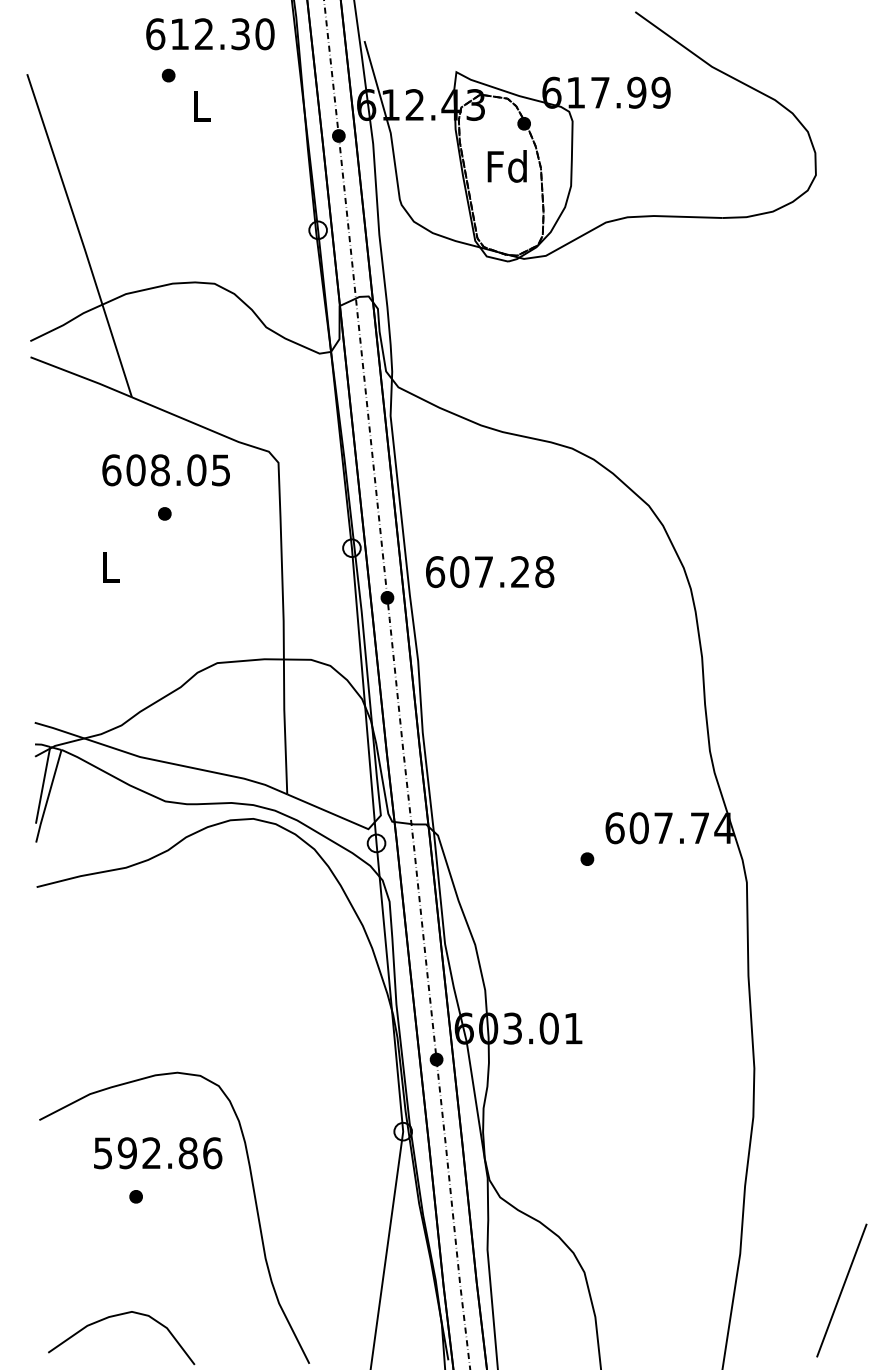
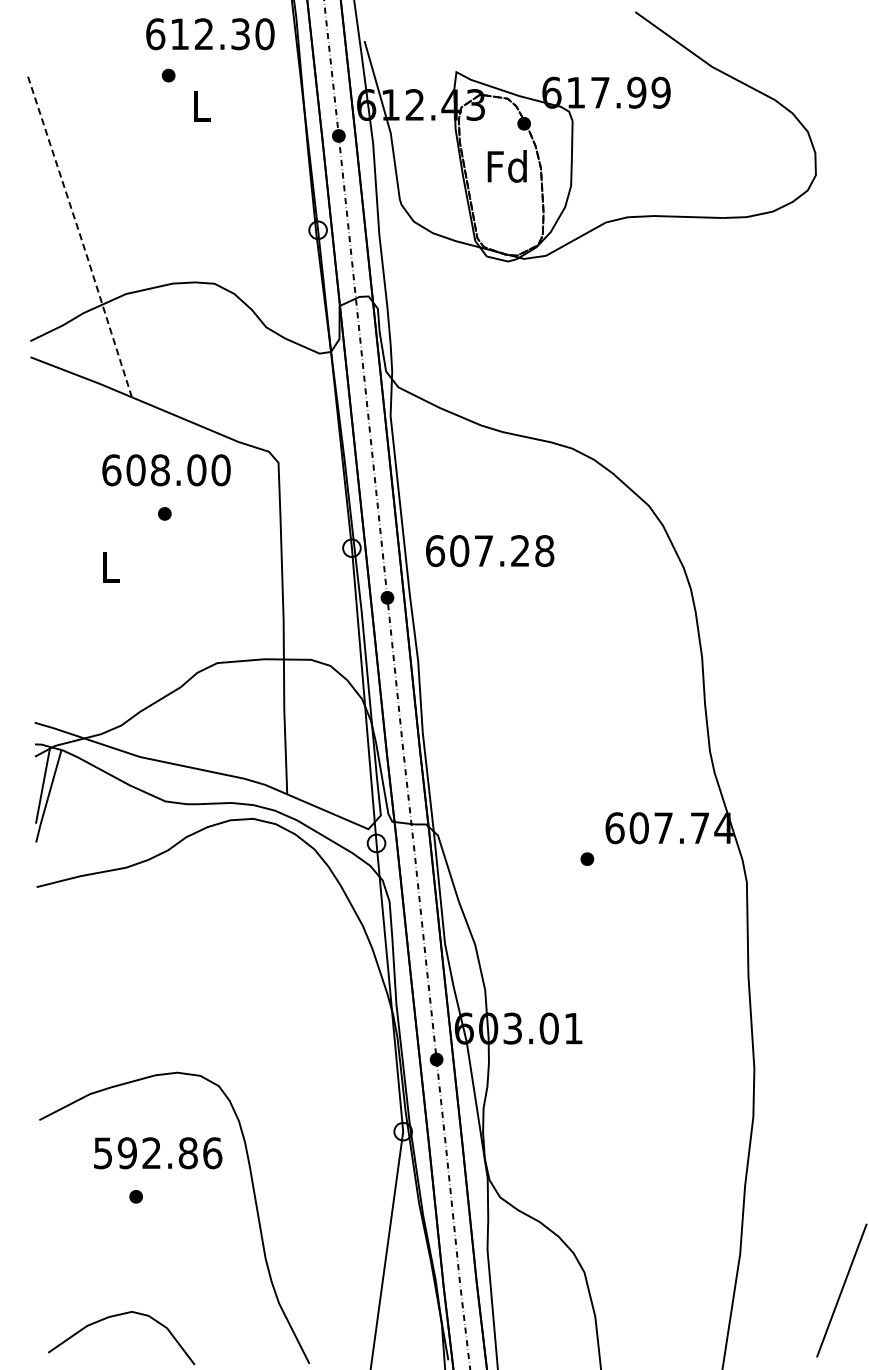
line at (80, 235): solid -> dashed
text at (220, 470): 608.05 -> 608.00
text at (490, 572) position: (490, 572) -> (490, 551)
